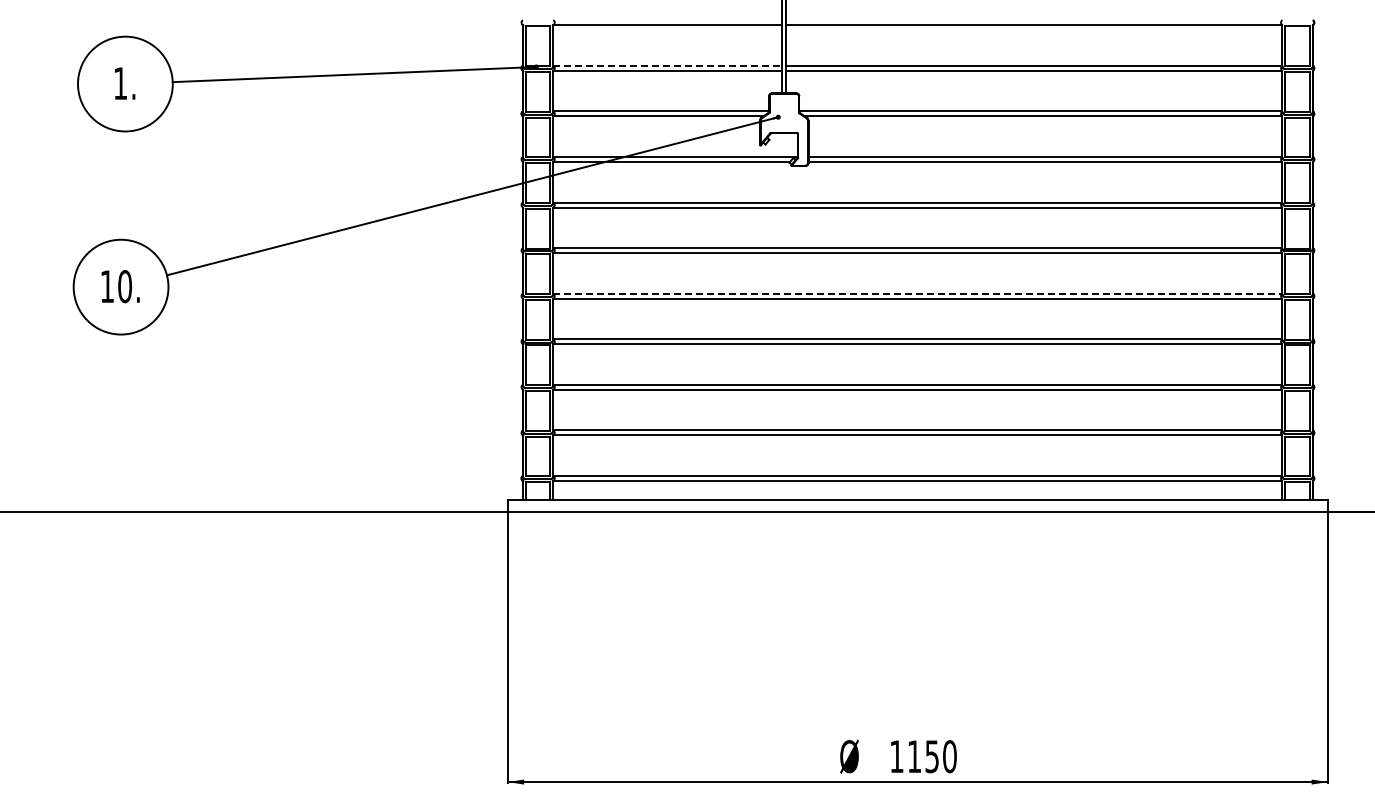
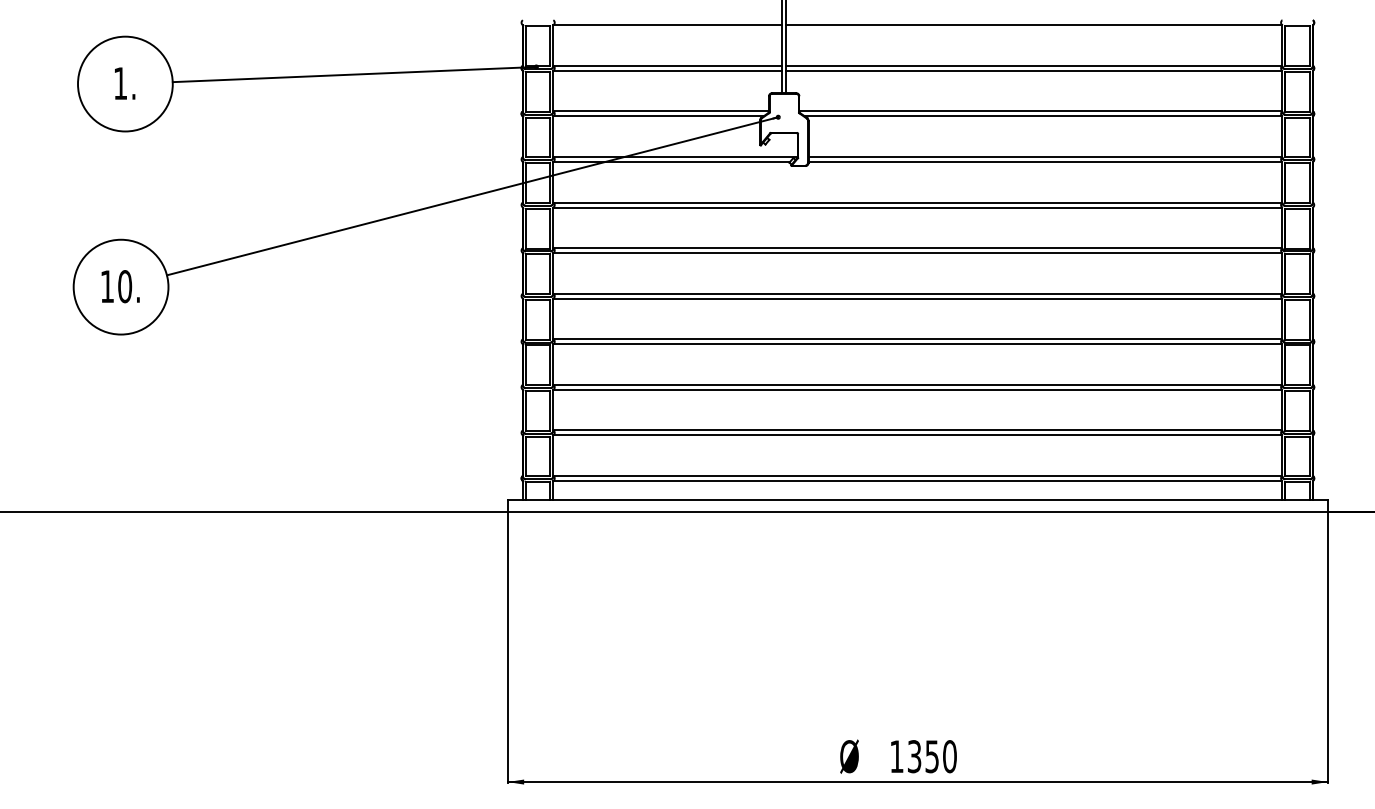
line at (667, 65): dashed -> solid
line at (917, 293): dashed -> solid
text at (914, 756): 1150 -> 1350
